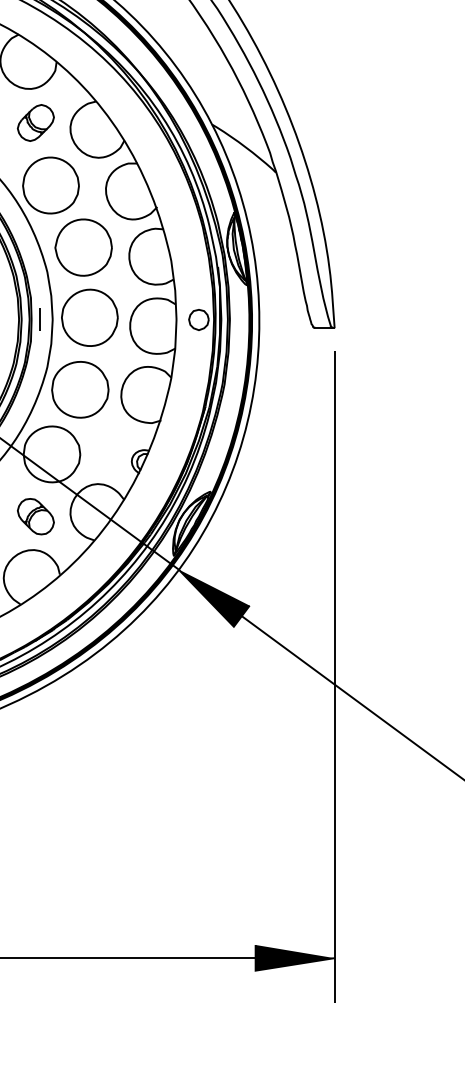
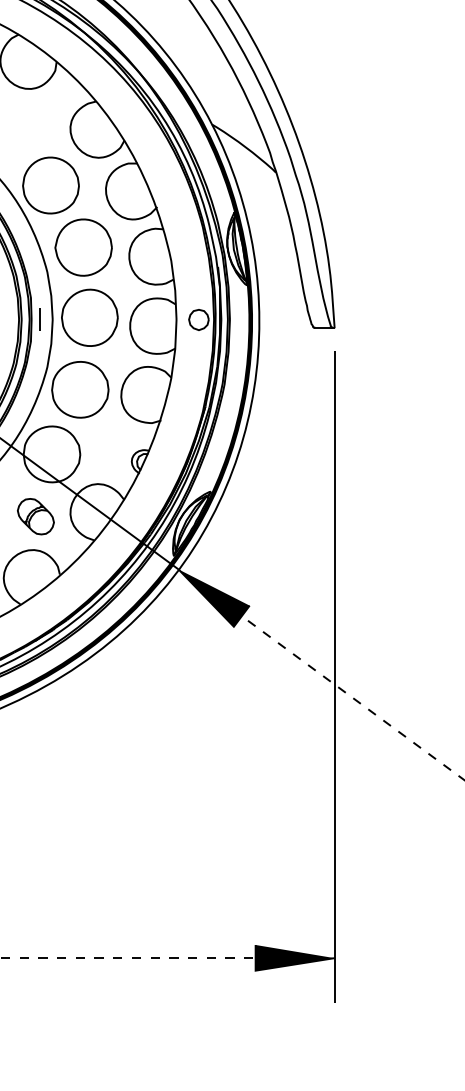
part at (35, 122): present -> none
line at (352, 697): solid -> dashed
line at (128, 958): solid -> dashed
